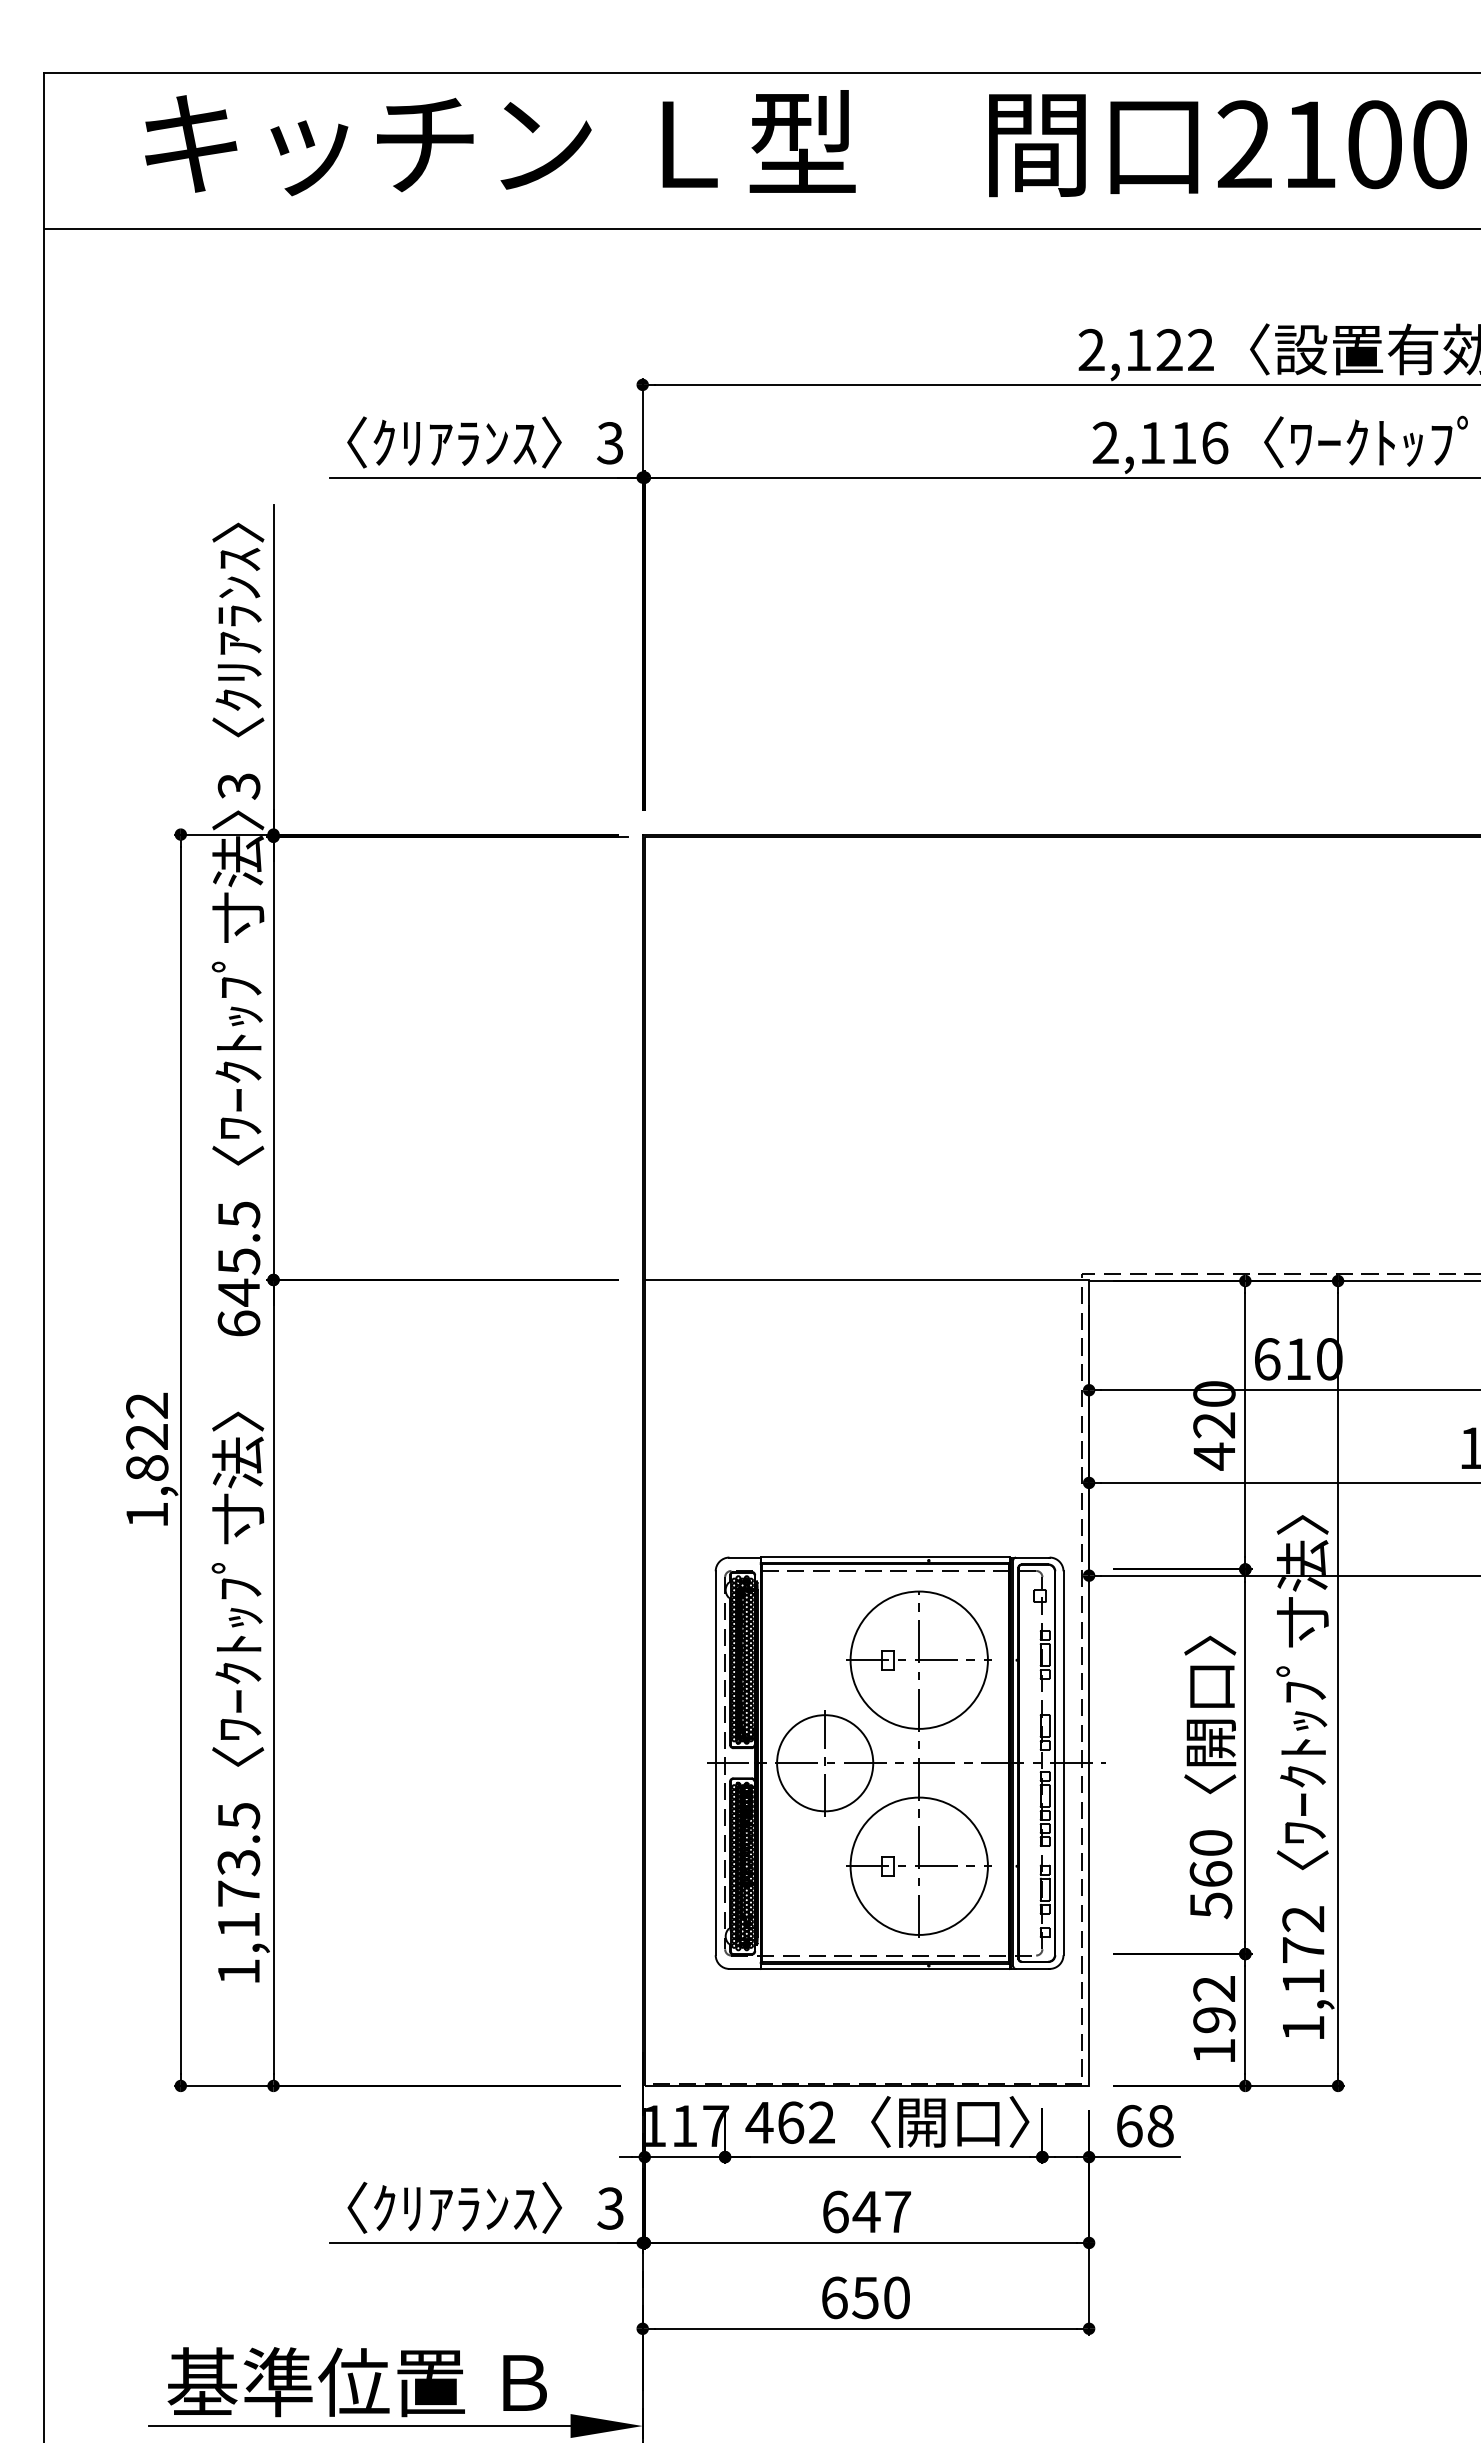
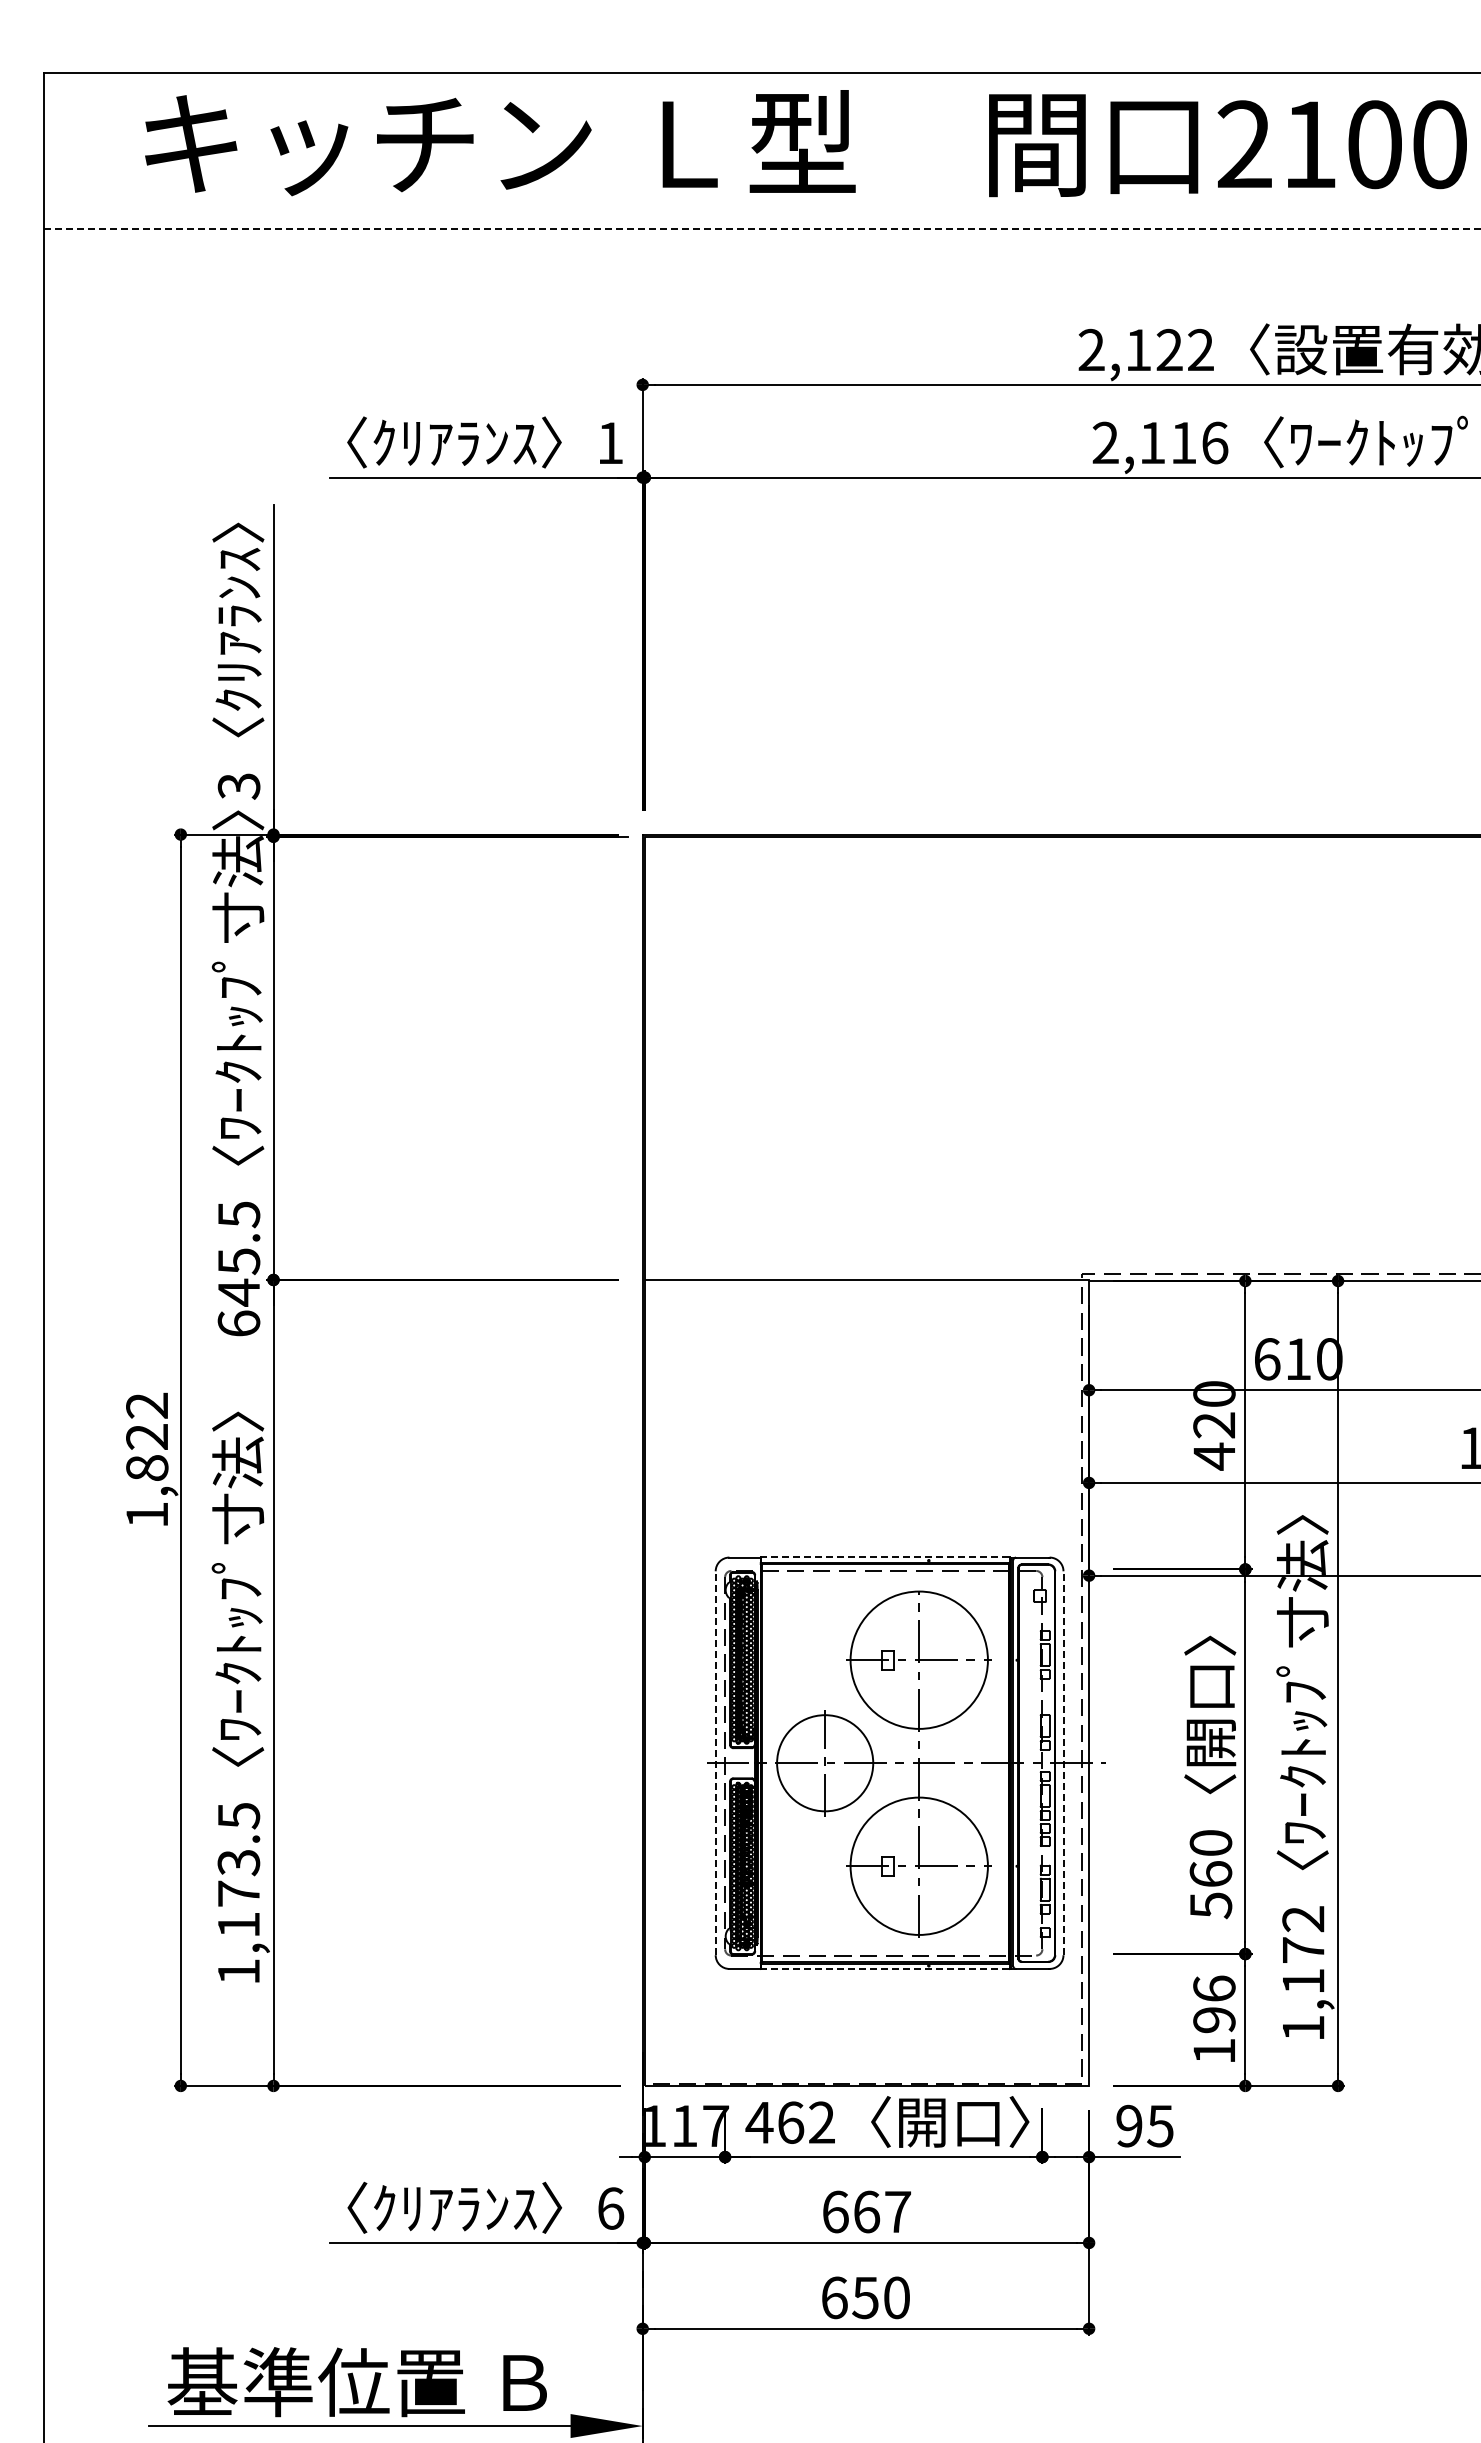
line at (762, 228): solid -> dashed
text at (609, 443): 3 -> 1
line at (884, 1557): solid -> dashed
line at (715, 1763): solid -> dashed
line at (1063, 1763): solid -> dashed
line at (884, 1969): solid -> dashed
text at (1214, 1988): 192 -> 196
text at (1144, 2125): 68 -> 95
text at (610, 2208): 3 -> 6
text at (866, 2211): 647 -> 667
